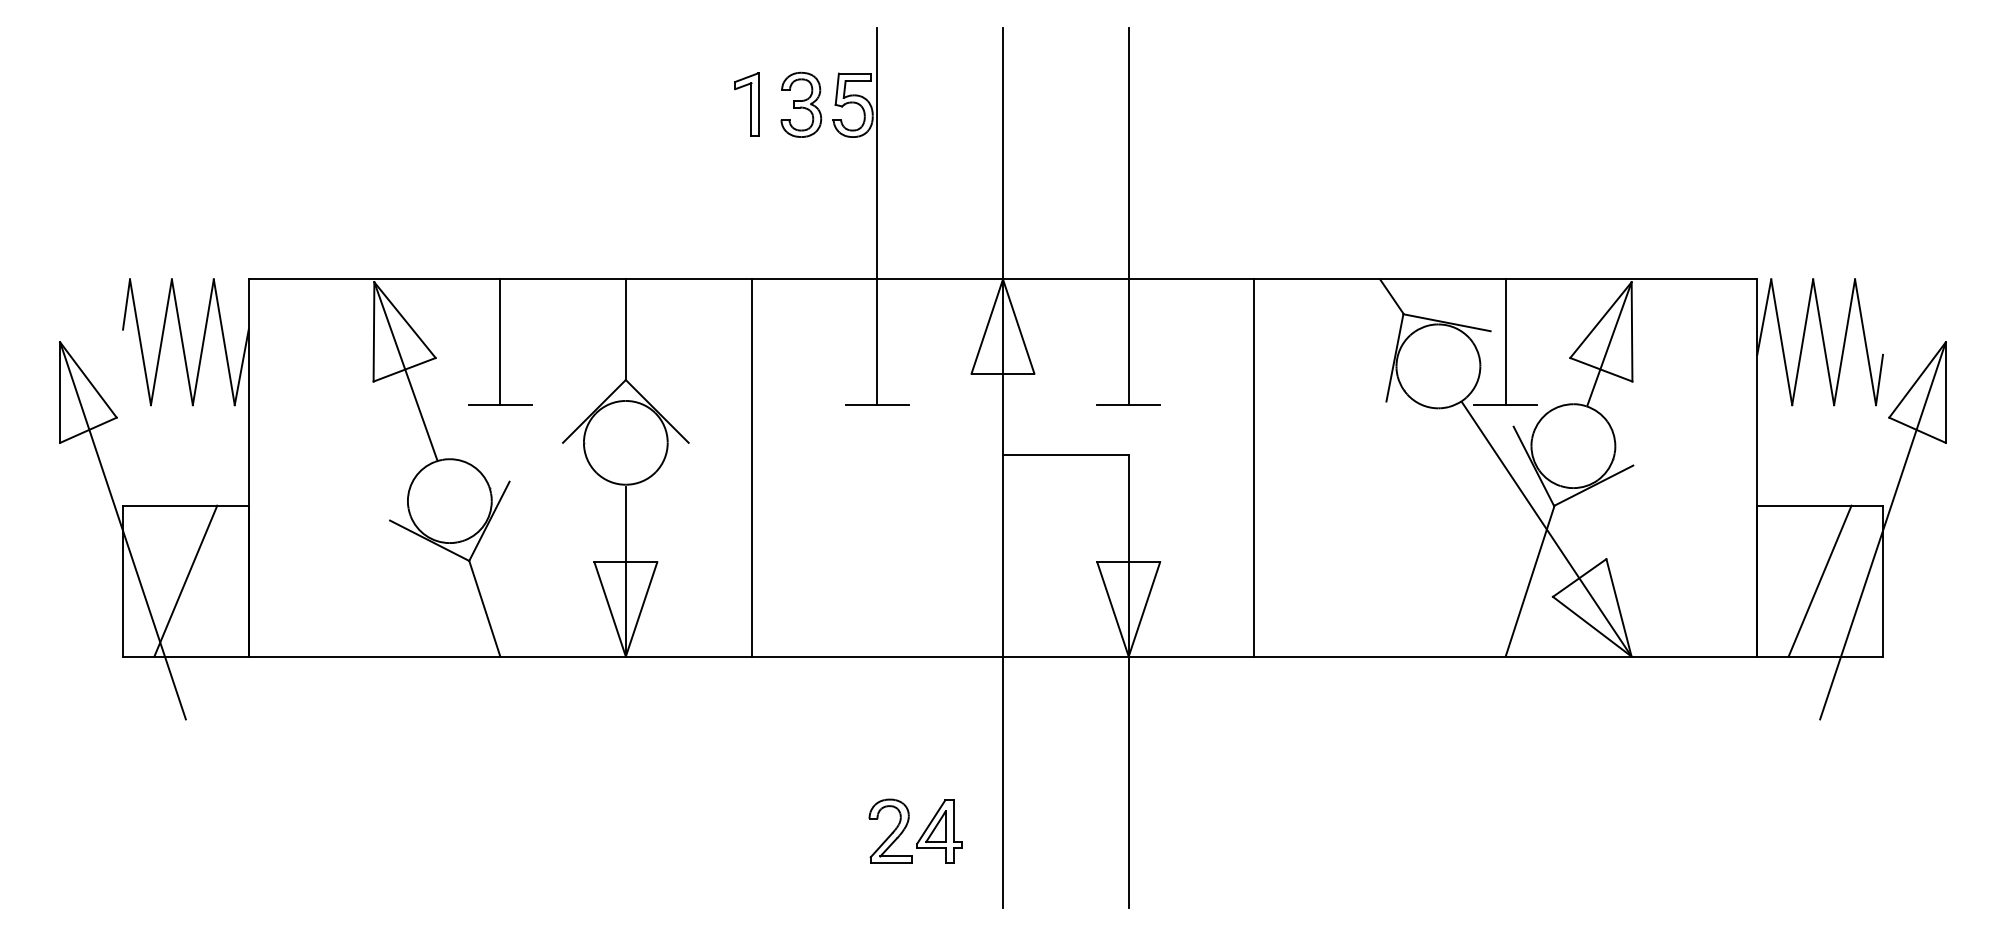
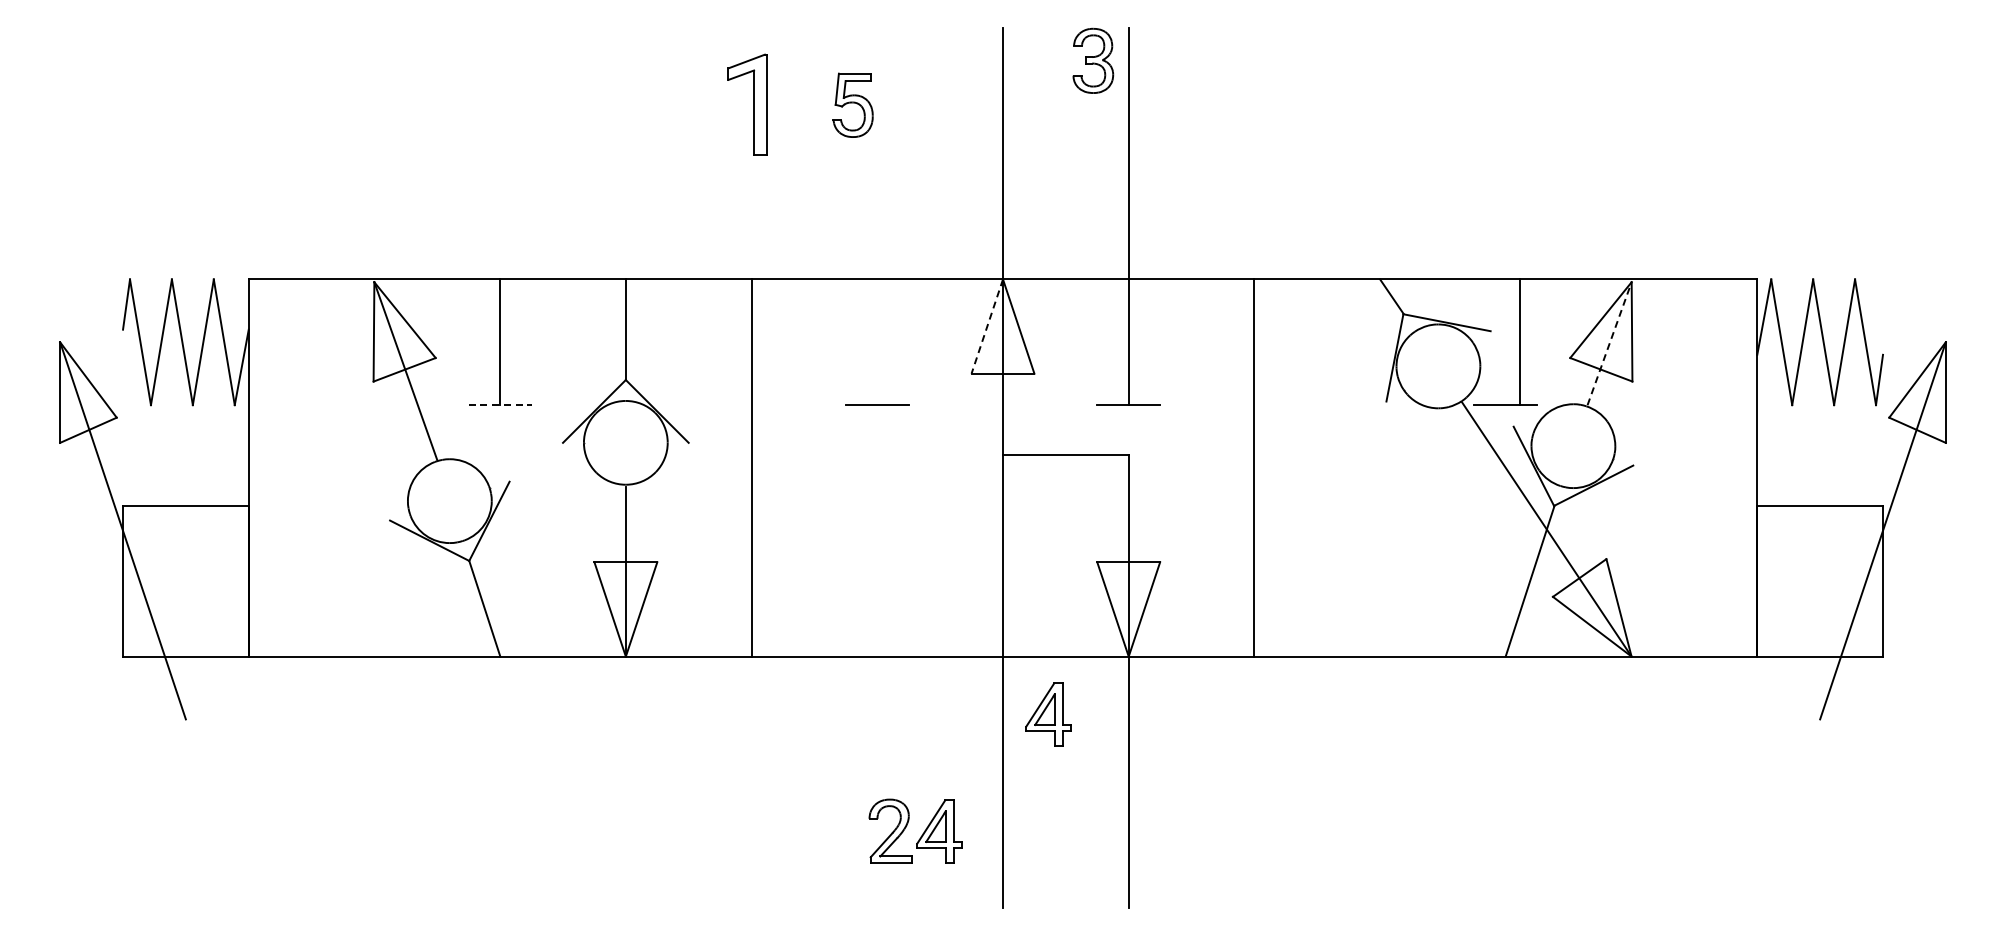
part at (746, 104) size: 26x65 px -> 41x103 px
part at (801, 104) position: (801, 104) -> (1093, 60)
line at (877, 216): present -> none
line at (987, 326): solid -> dashed
line at (1505, 342) position: (1505, 342) -> (1519, 342)
line at (1609, 343): solid -> dashed
line at (500, 405): solid -> dashed
line at (185, 580): present -> none
line at (1819, 580): present -> none
part at (1048, 714): none -> present
